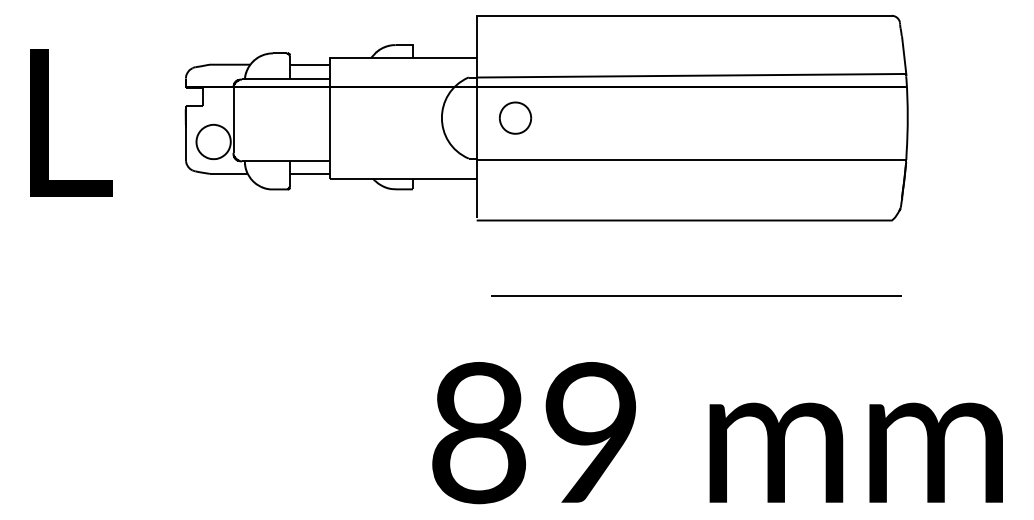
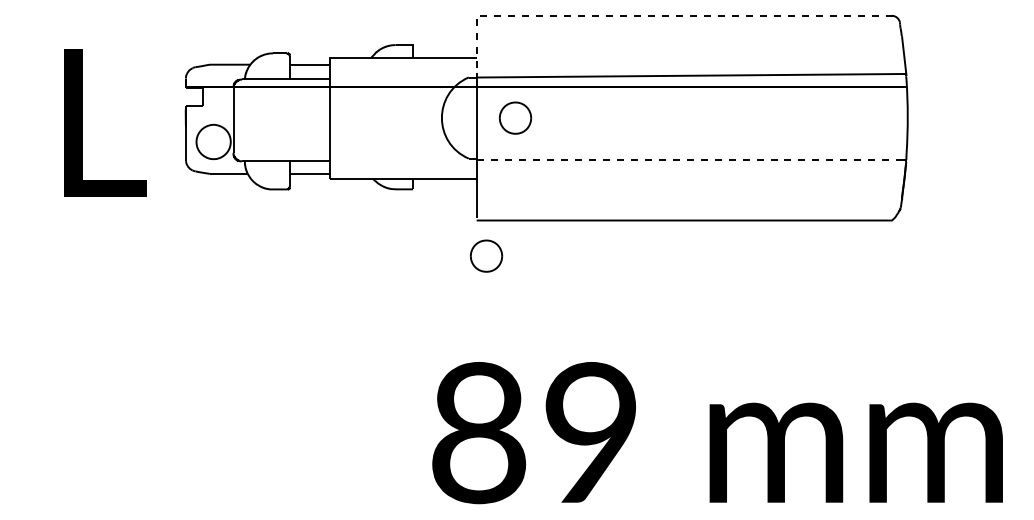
line at (654, 15): solid -> dashed
text at (71, 122) position: (71, 122) -> (105, 122)
line at (689, 160): solid -> dashed
part at (486, 255): none -> present
line at (696, 295): present -> none
